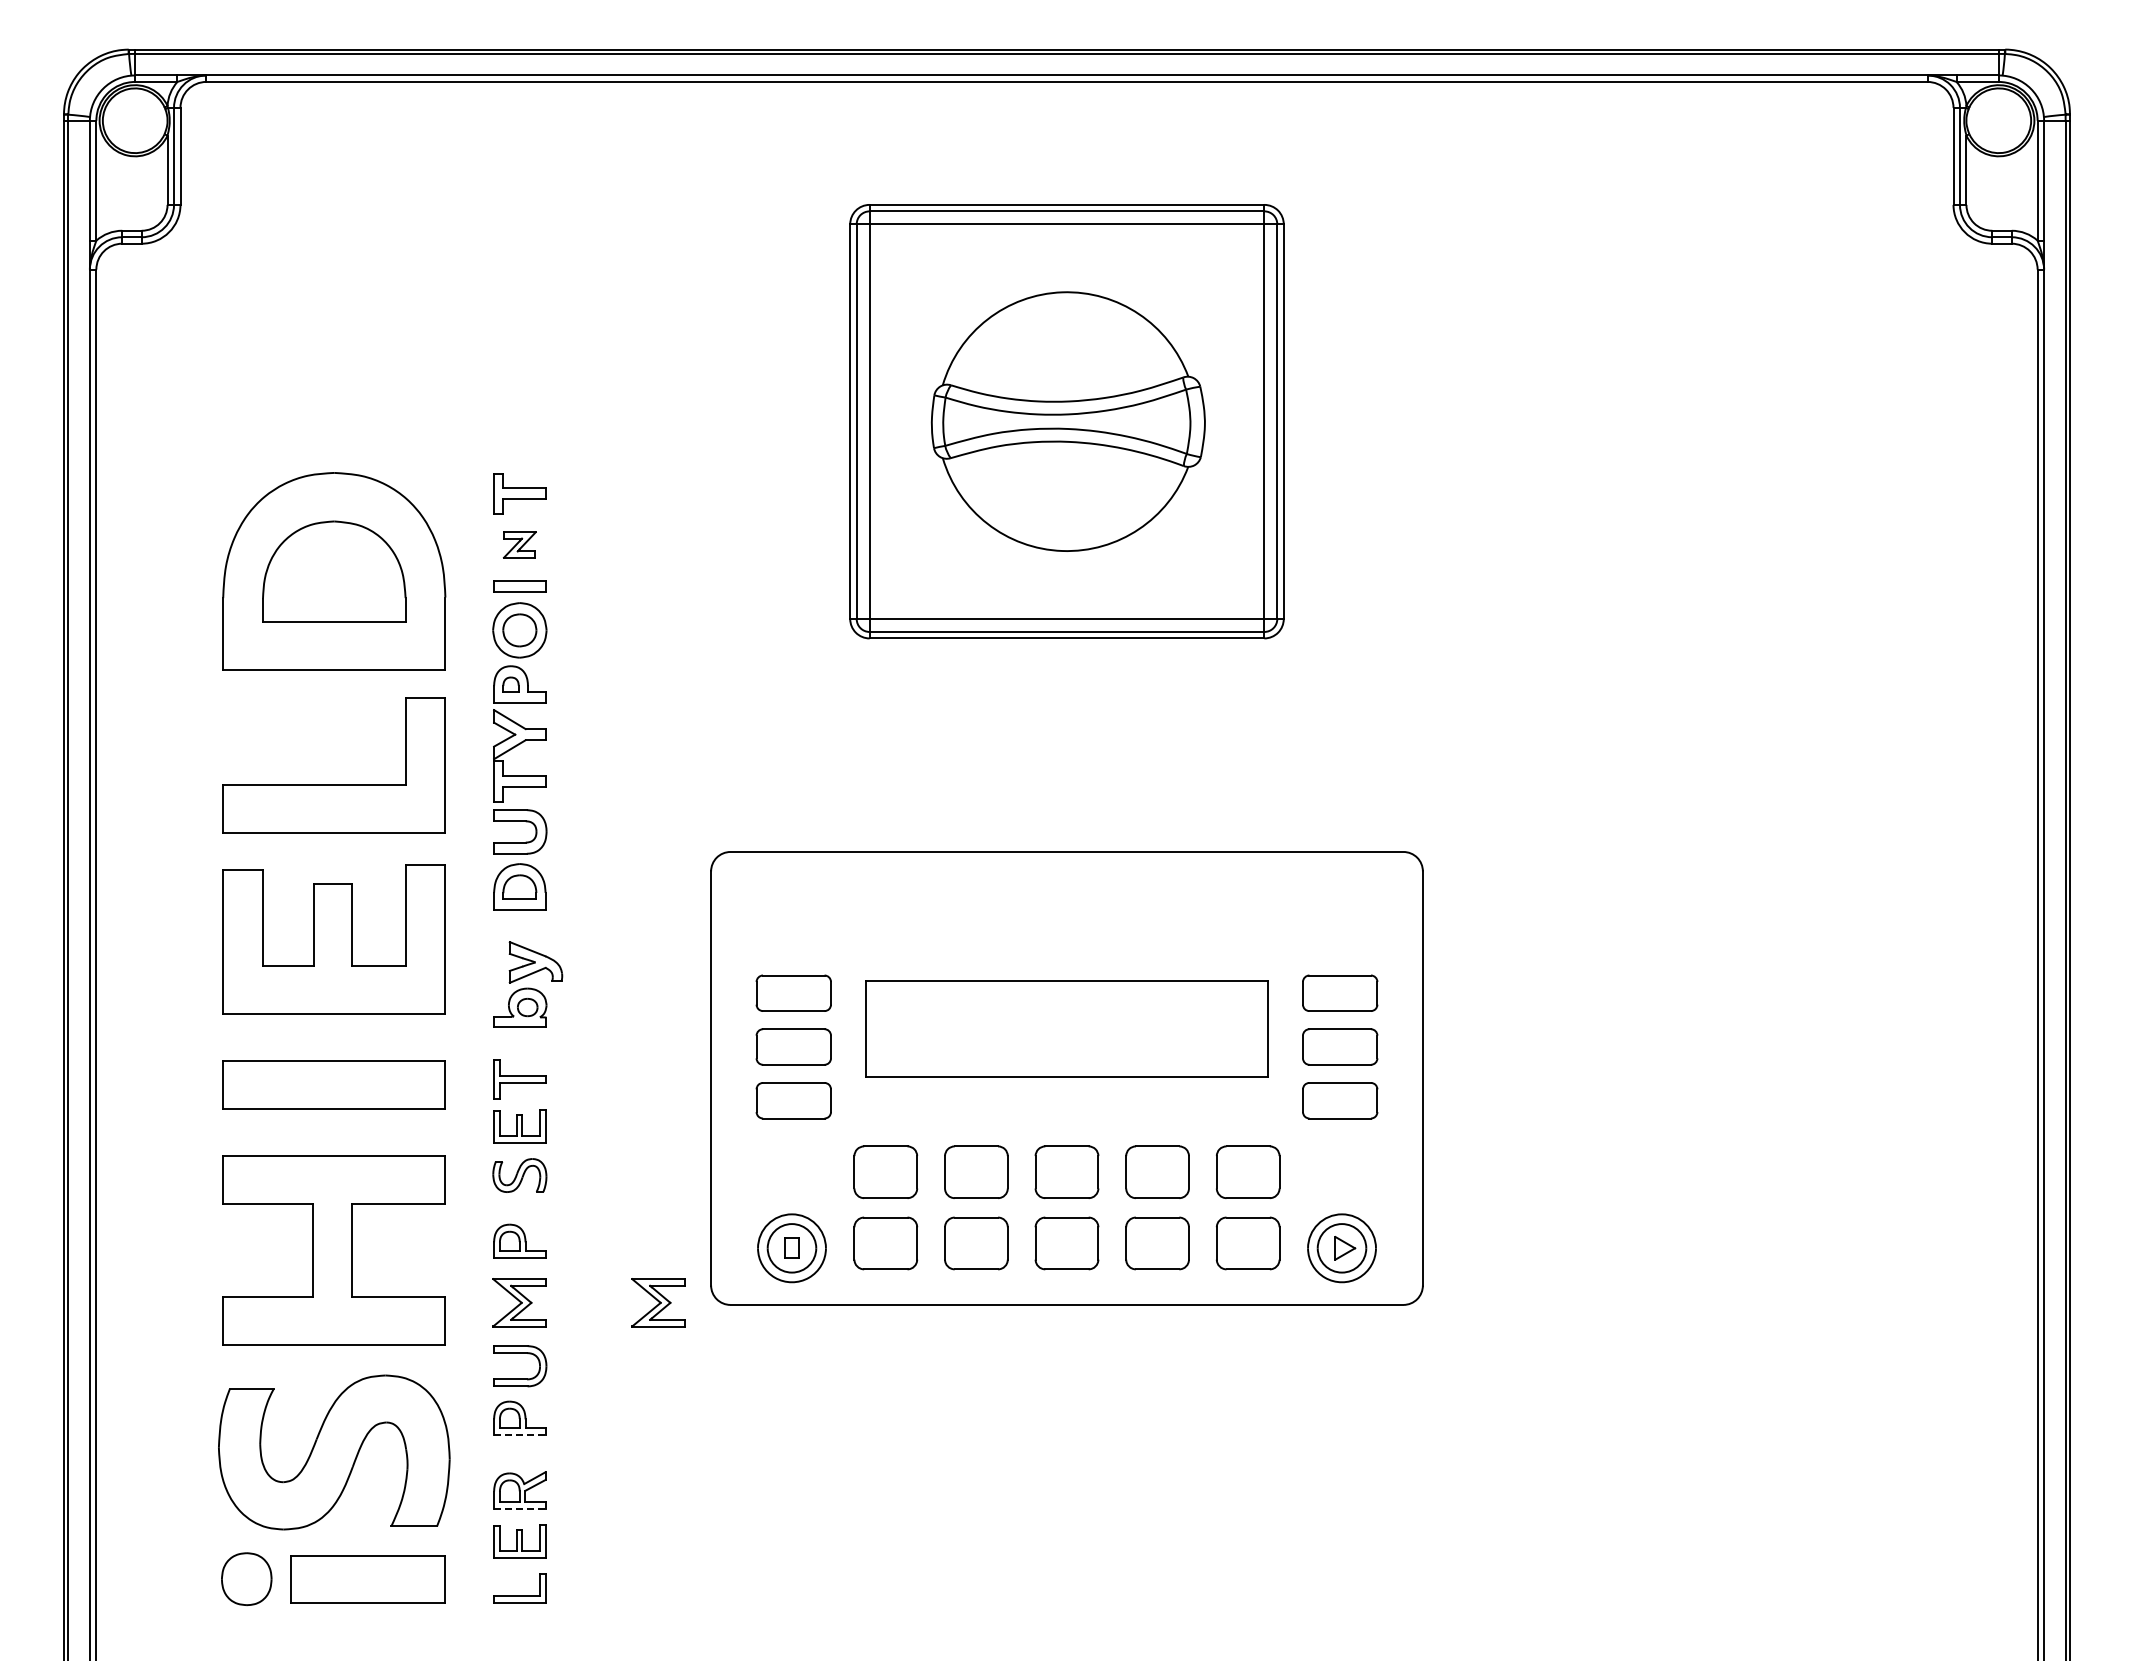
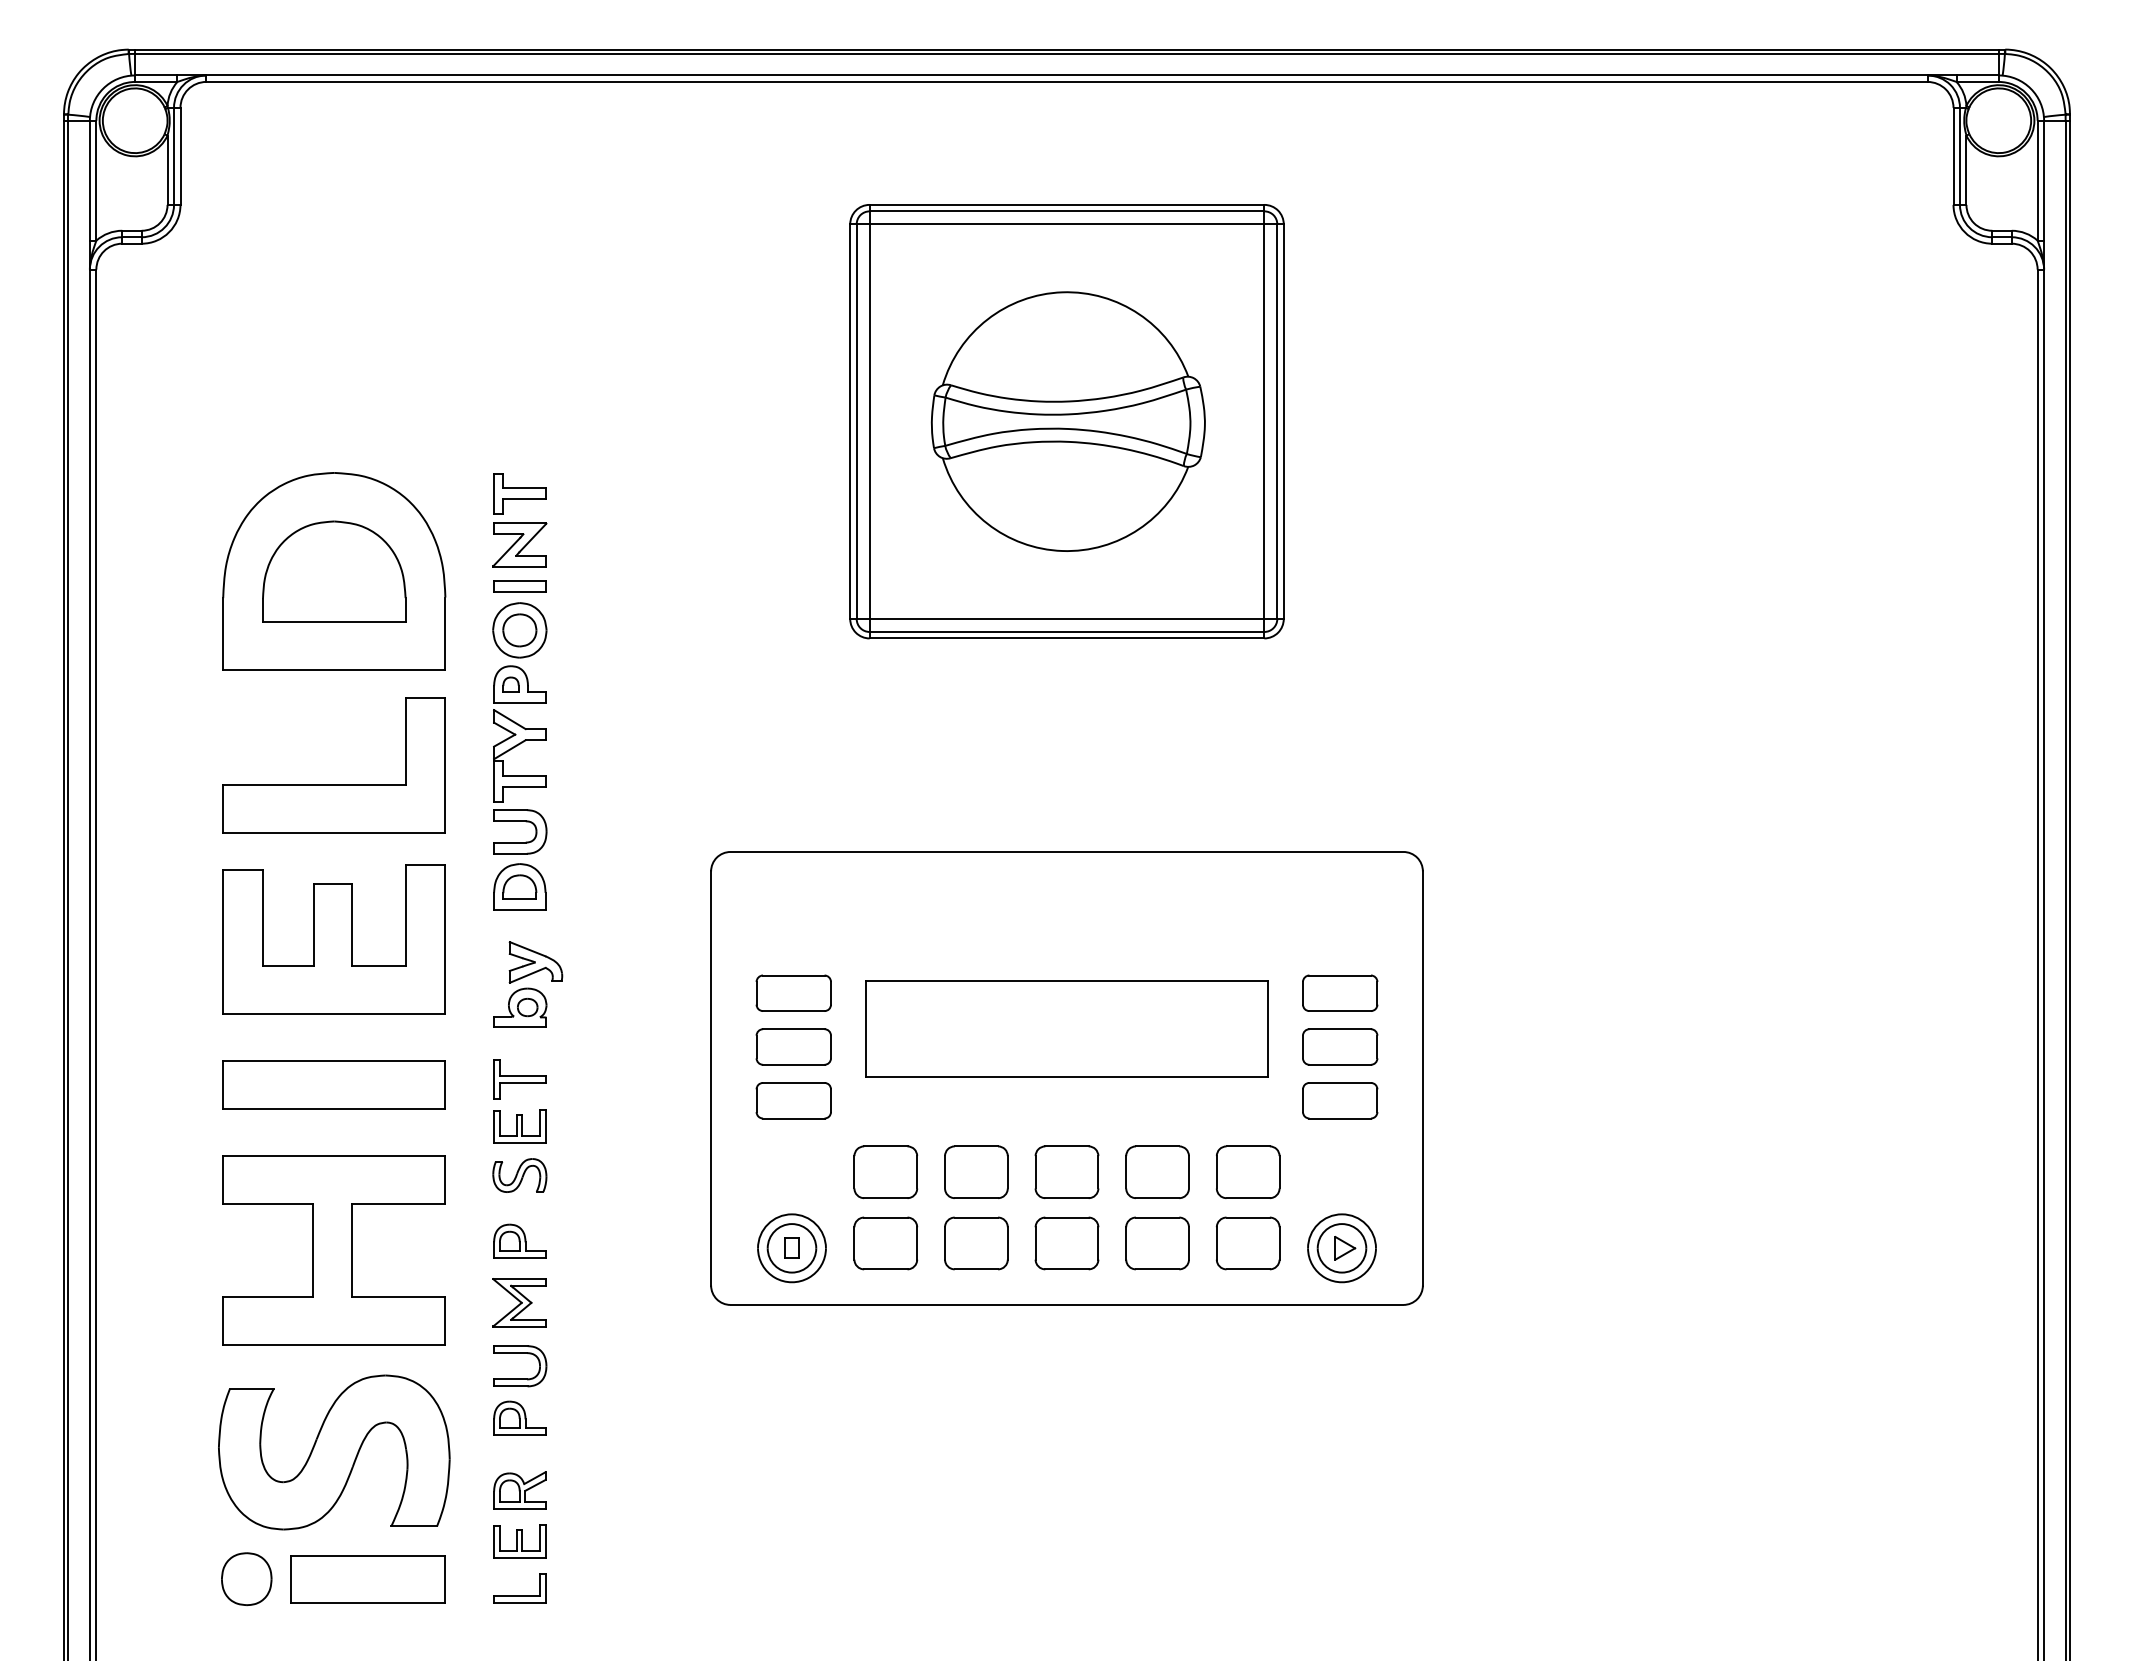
part at (519, 544) size: 35x28 px -> 56x46 px
part at (658, 1302): present -> none
line at (519, 1435): dashed -> solid
line at (519, 1508): dashed -> solid
